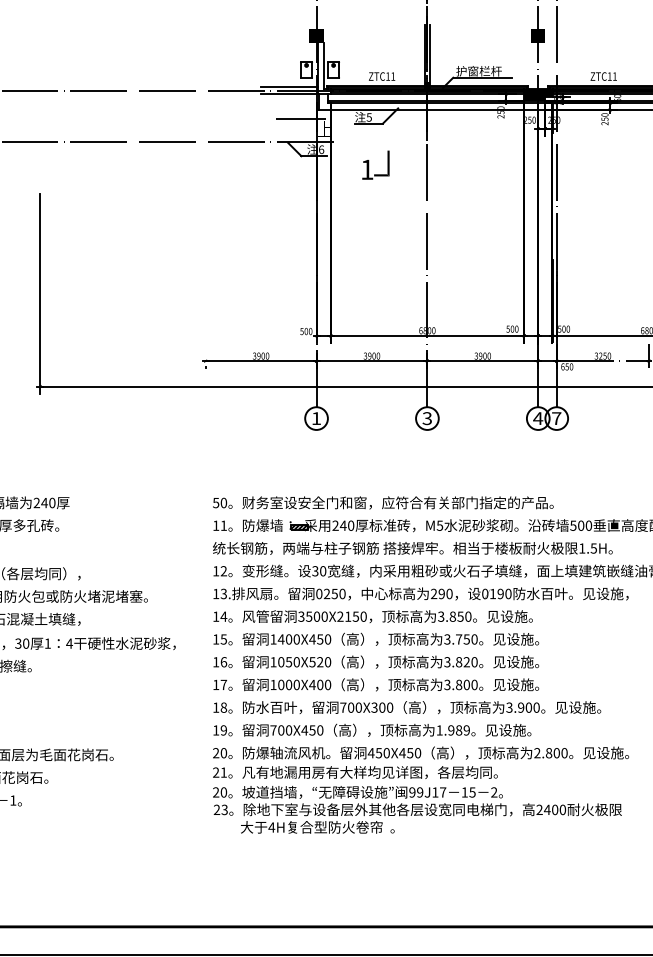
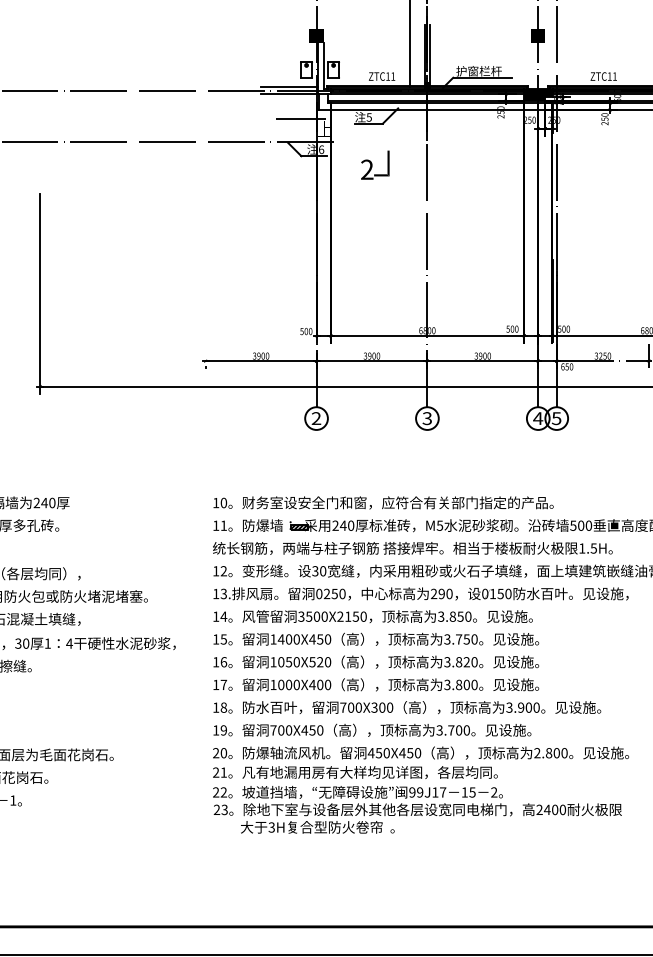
line at (410, 44): none -> present
text at (367, 169): 1 -> 2
text at (316, 418): 1 -> 2
text at (556, 418): 7 -> 5
text at (216, 503): 50 -> 10
text at (500, 593): 0190 -> 0150
text at (452, 730): 1.989 -> 3.700
text at (223, 792): 20 -> 22
text at (271, 827): 4H -> 3H
